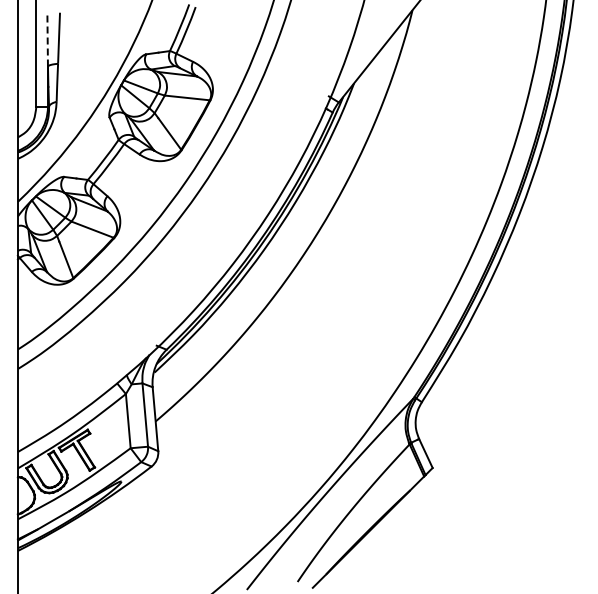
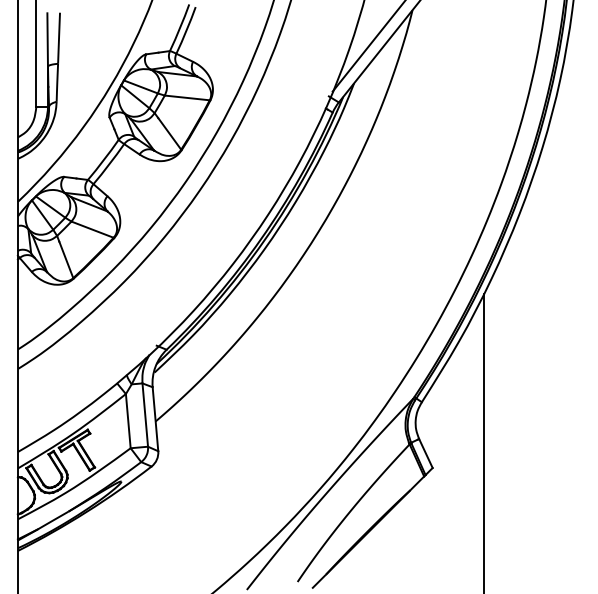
line at (47, 39): dashed -> solid
line at (367, 46): none -> present
line at (483, 442): none -> present
